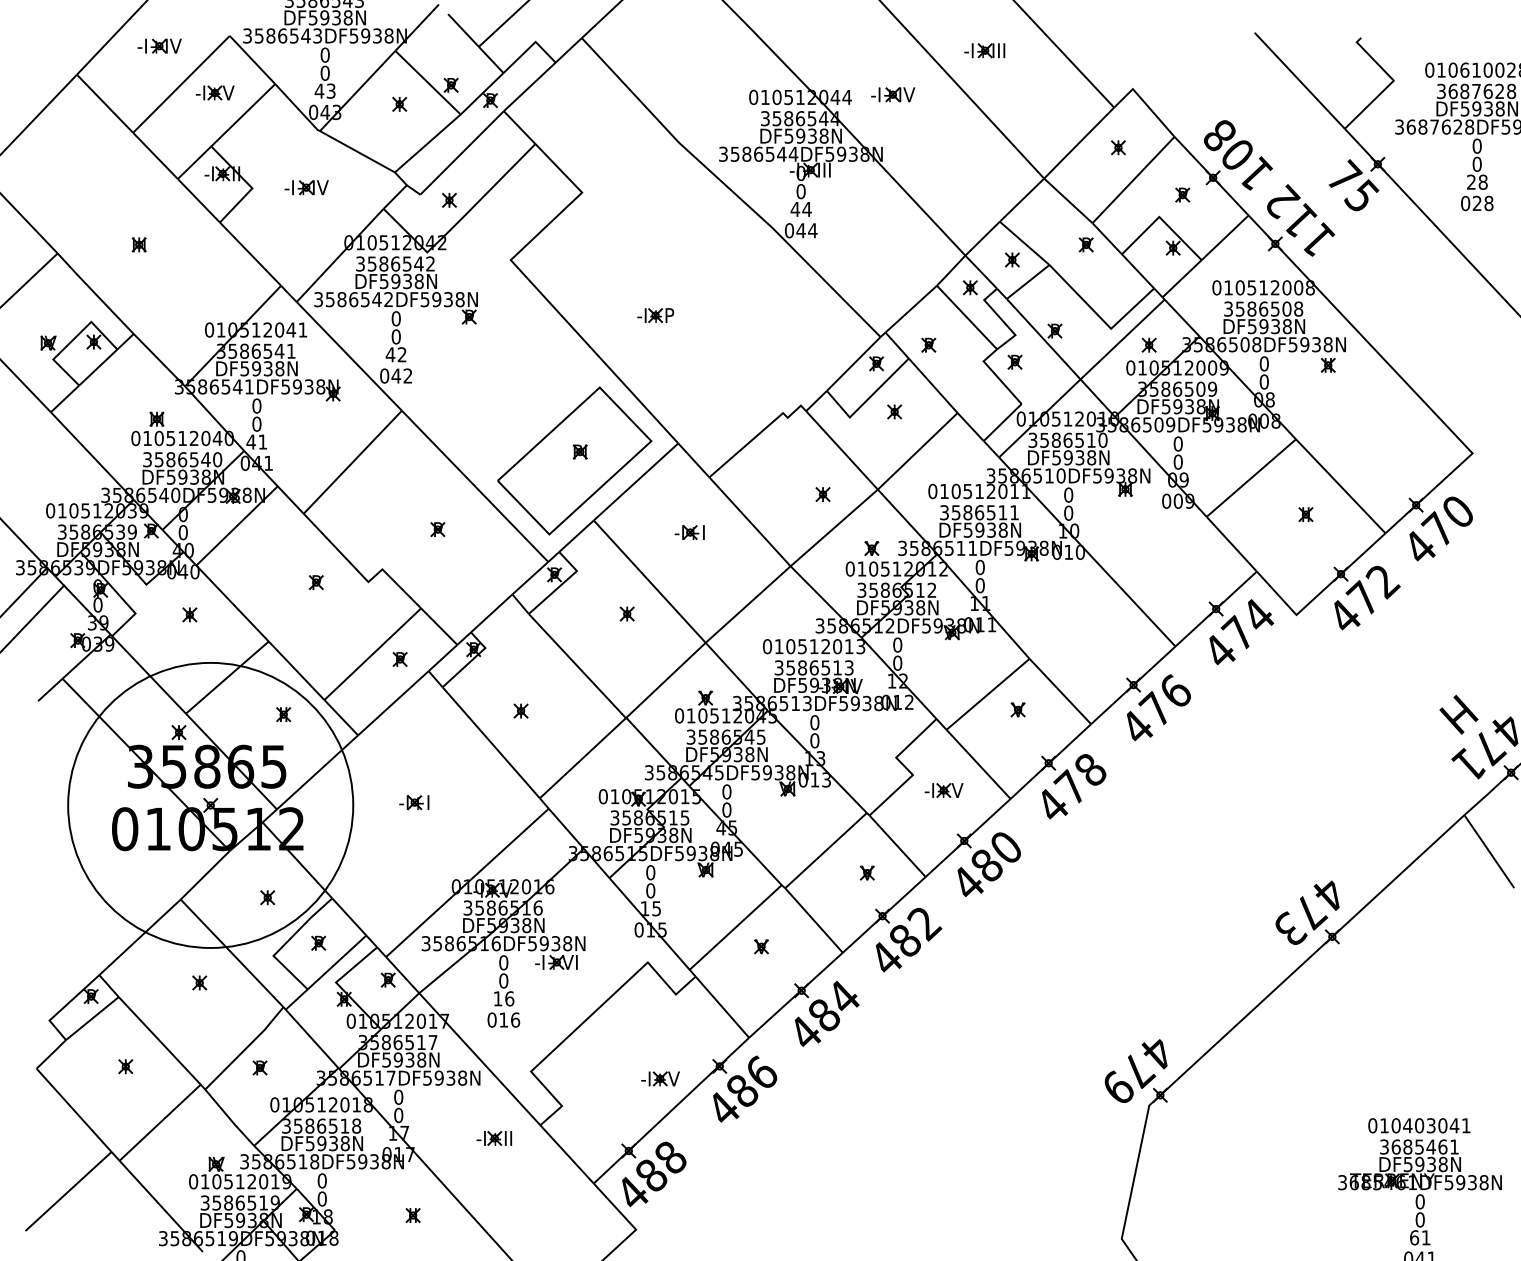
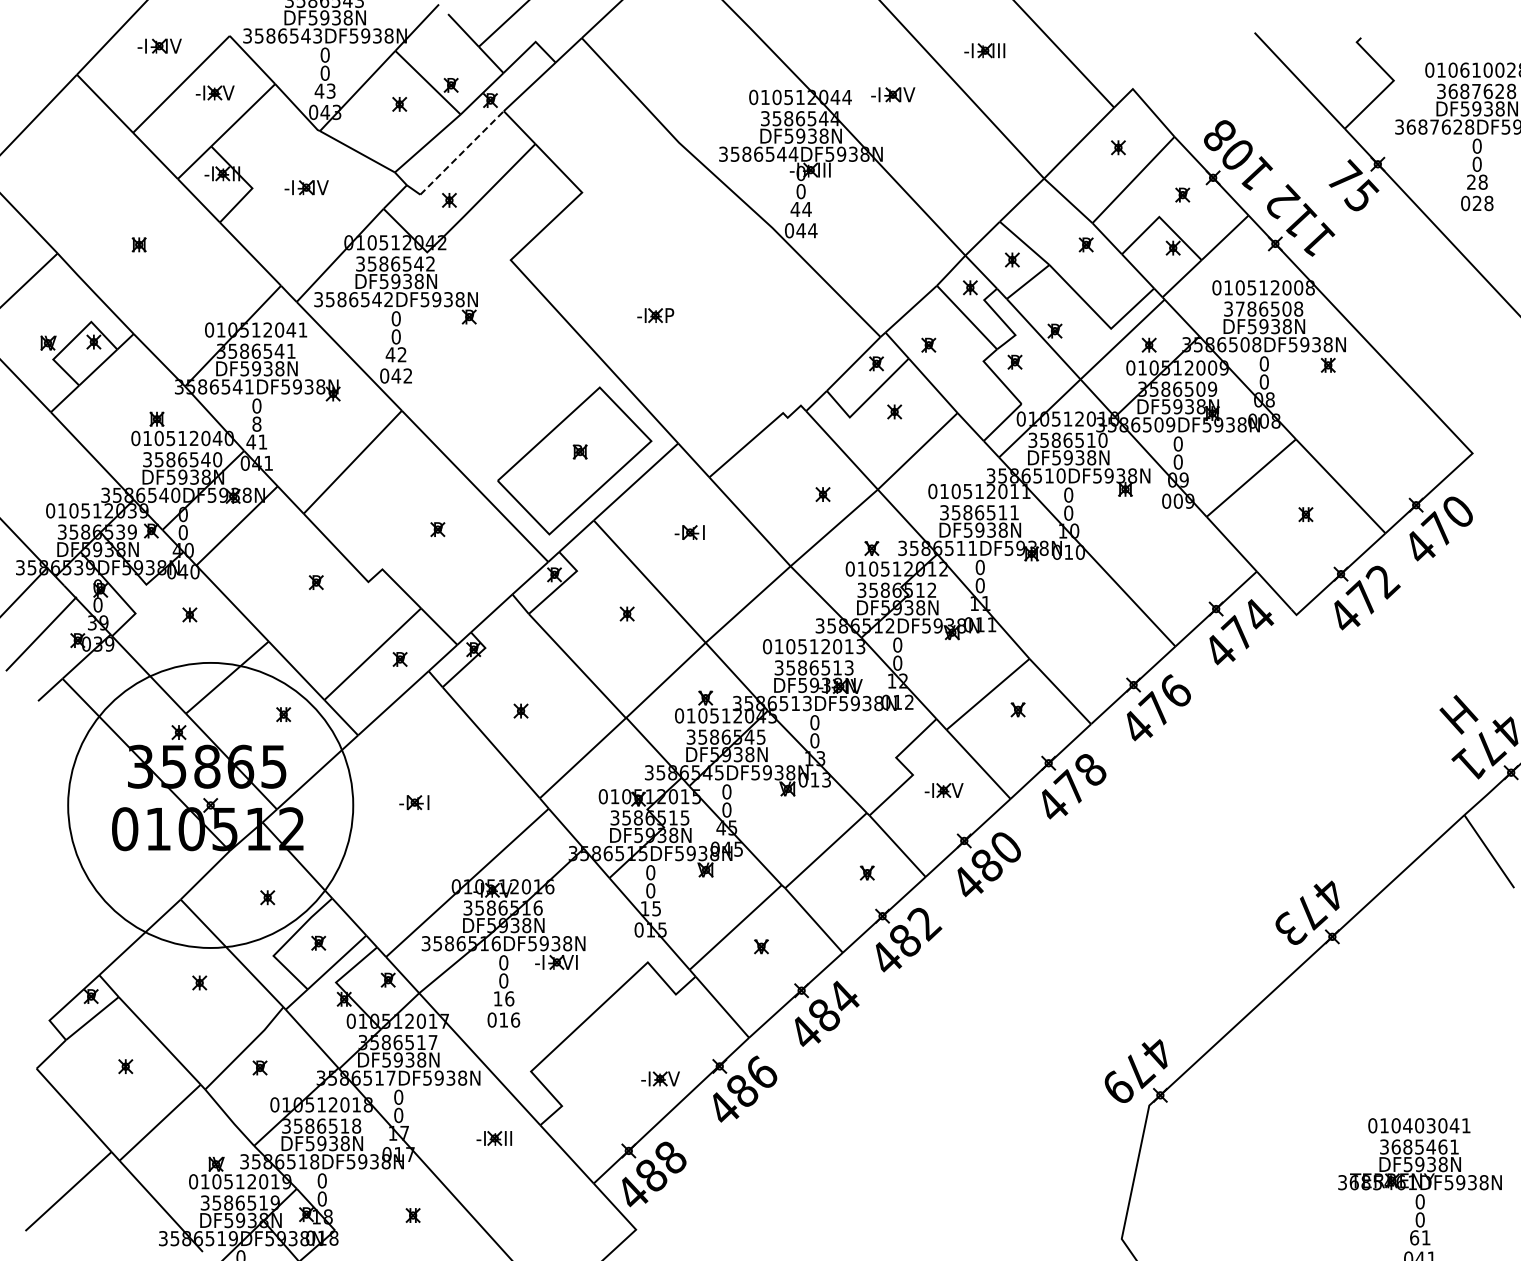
line at (462, 152): solid -> dashed
text at (1239, 308): 3586508 -> 3786508
text at (256, 423): 0 -> 8
line at (33, 617) position: (33, 617) -> (41, 633)
